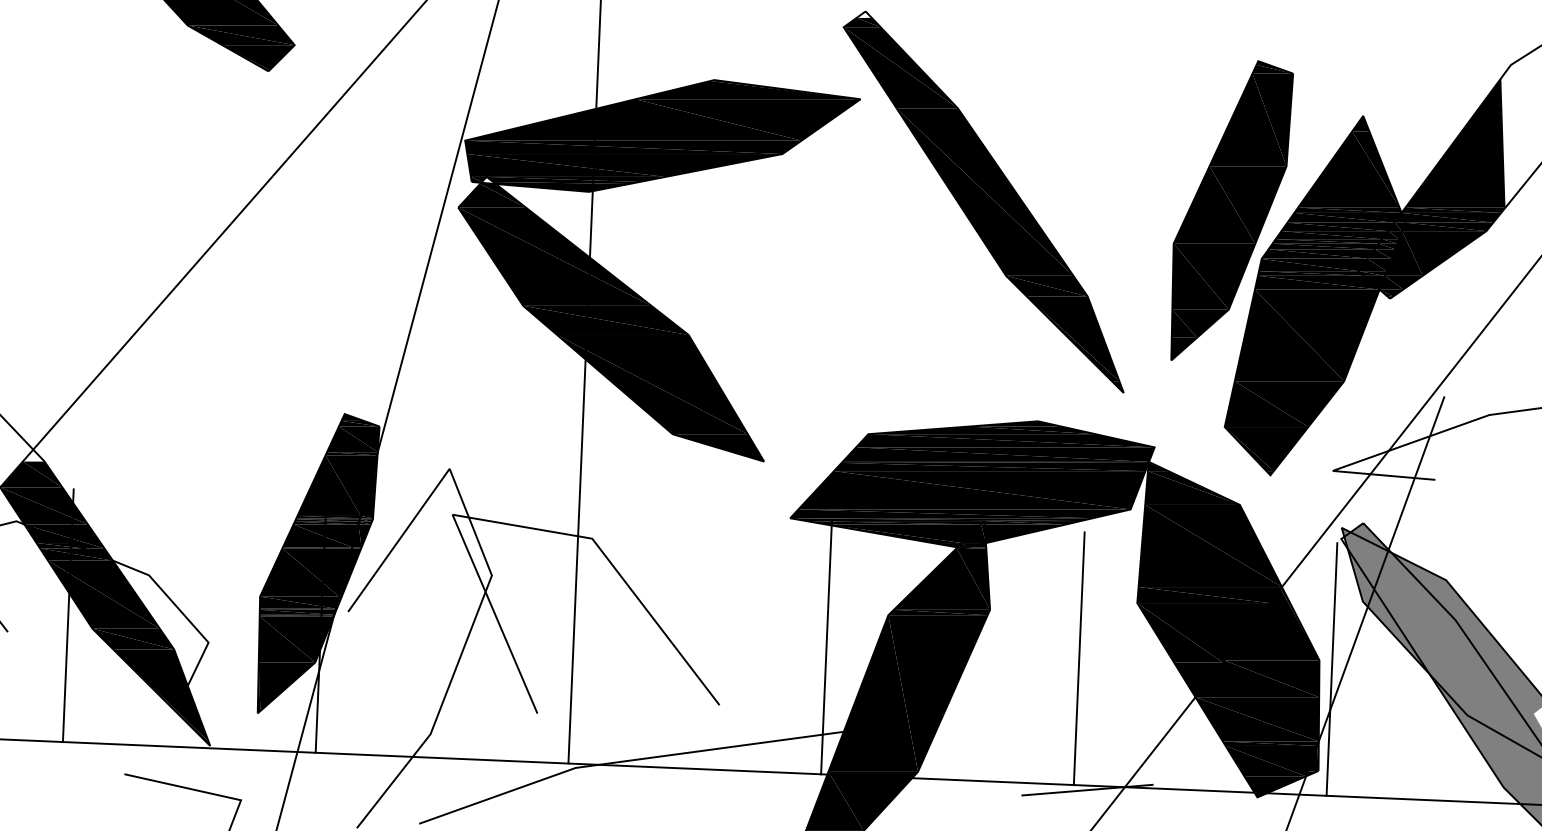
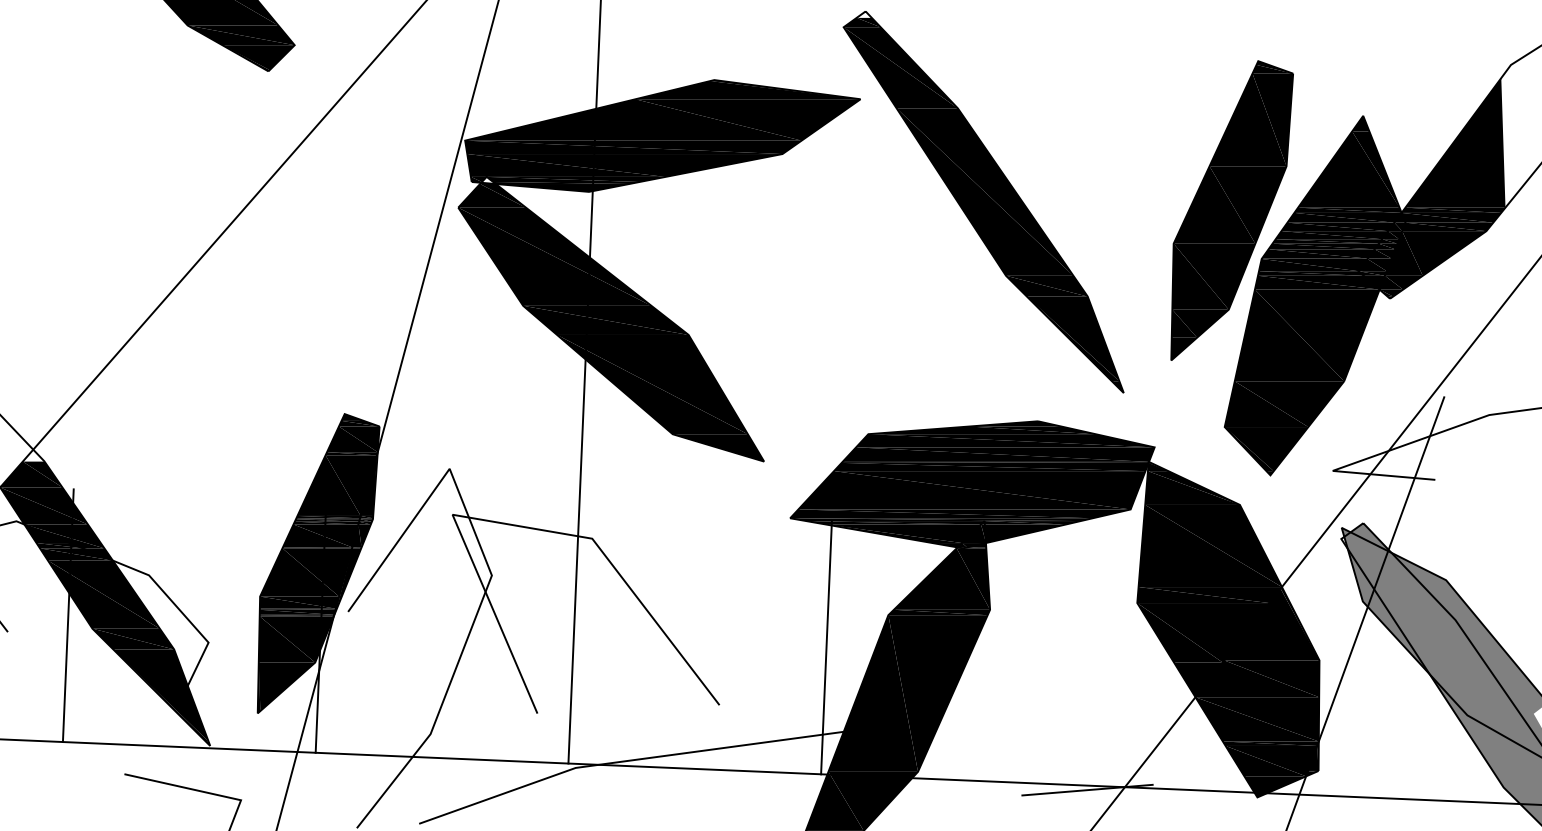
line at (1078, 658): present -> none
line at (1331, 669): present -> none
